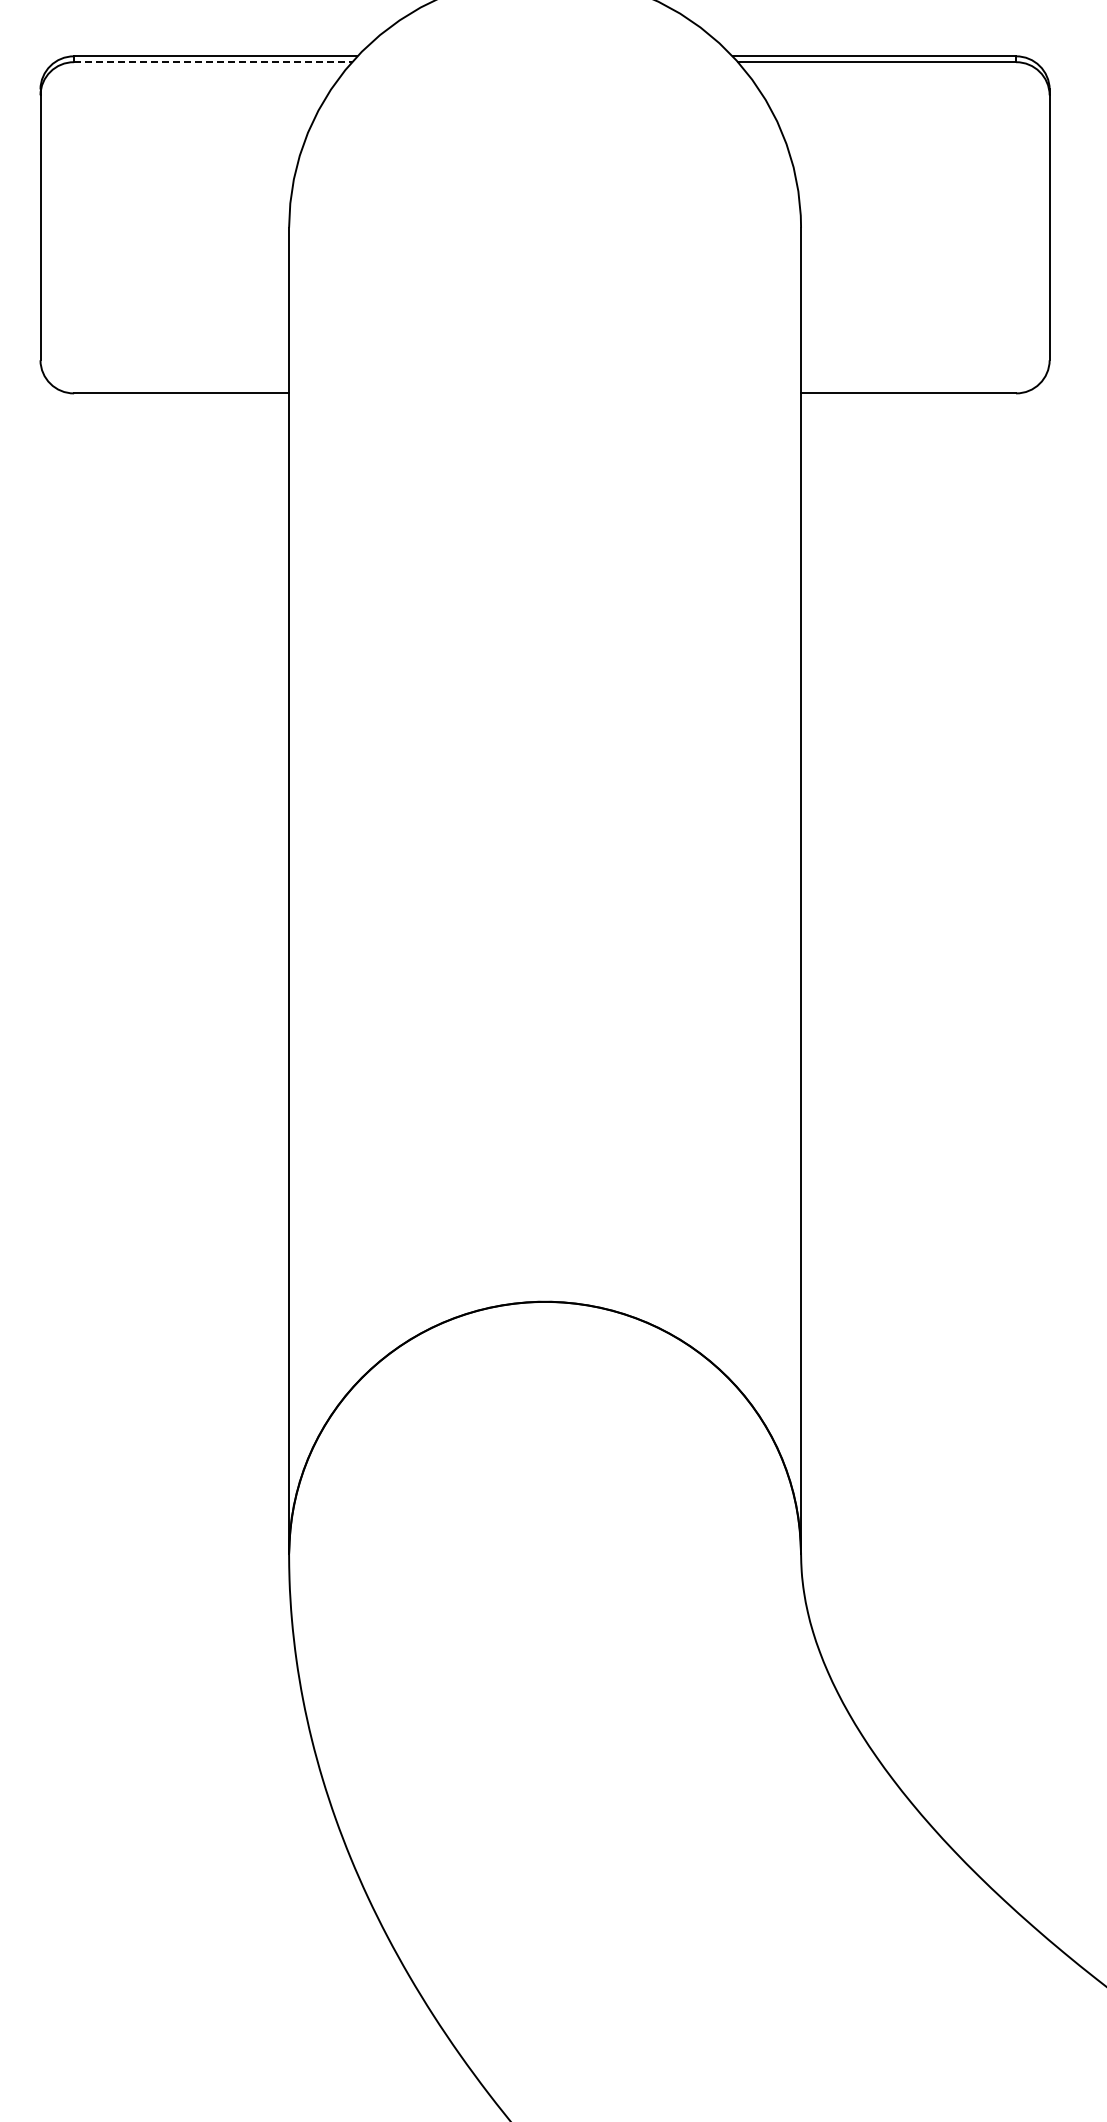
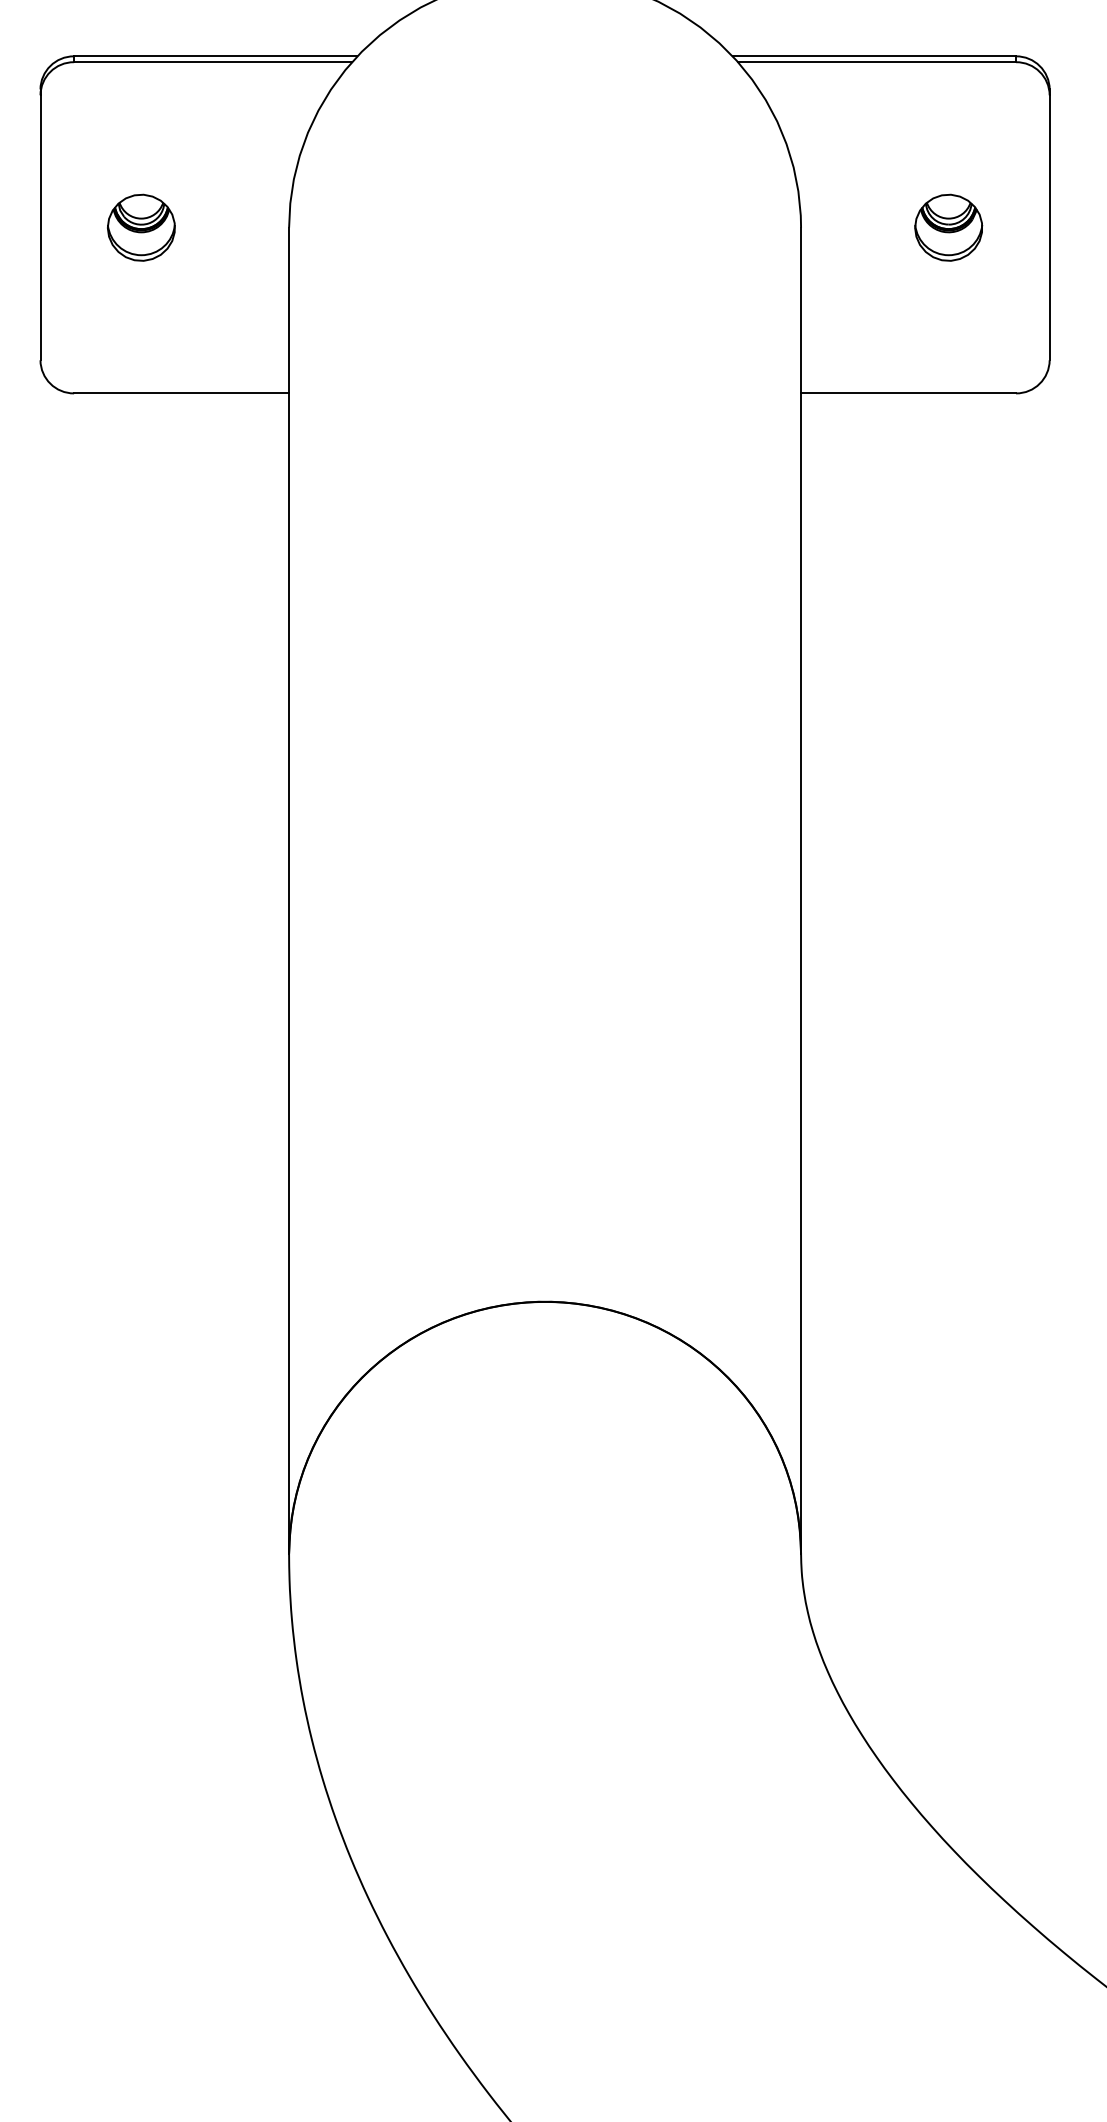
line at (213, 62): dashed -> solid
part at (141, 227): none -> present
part at (948, 227): none -> present
